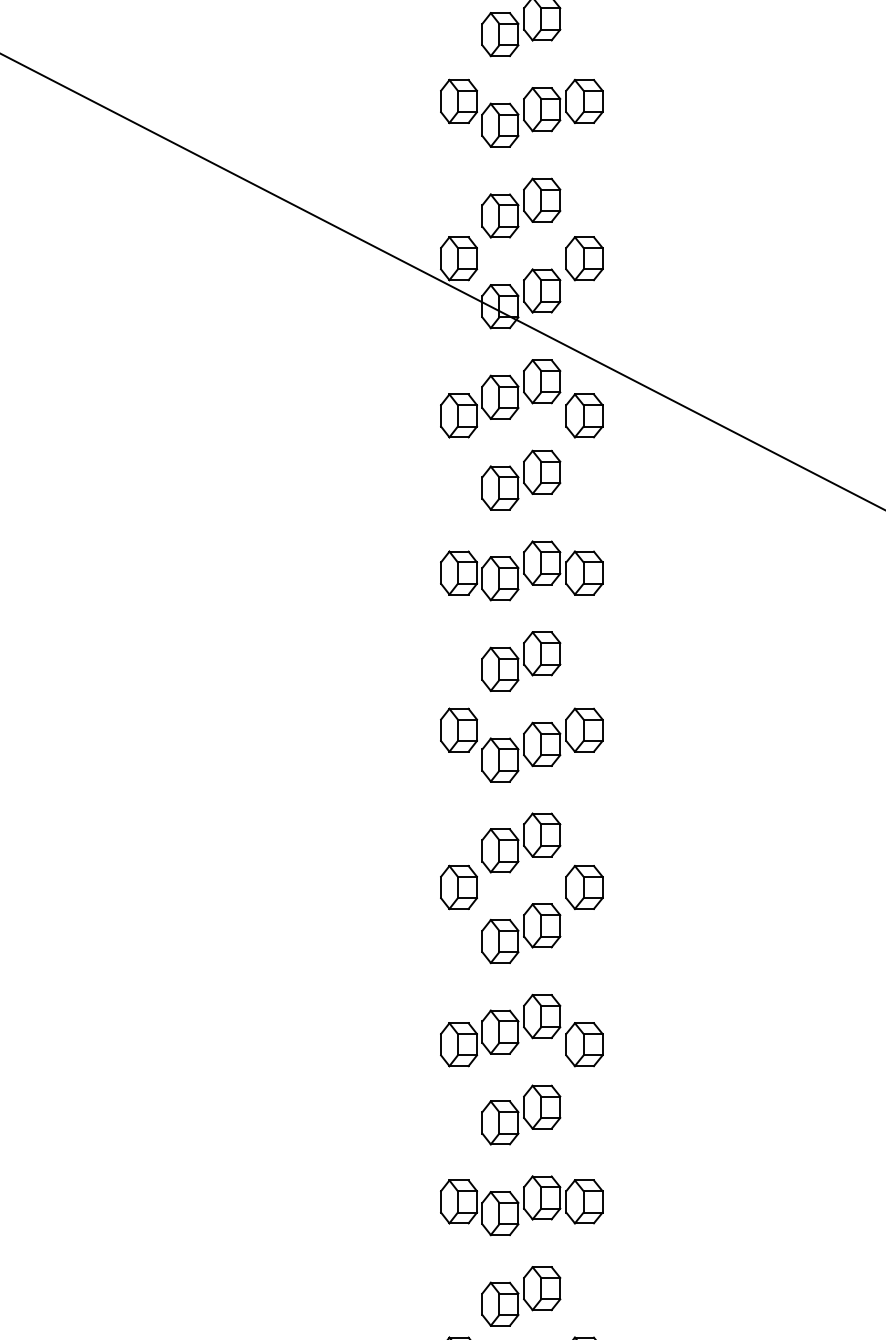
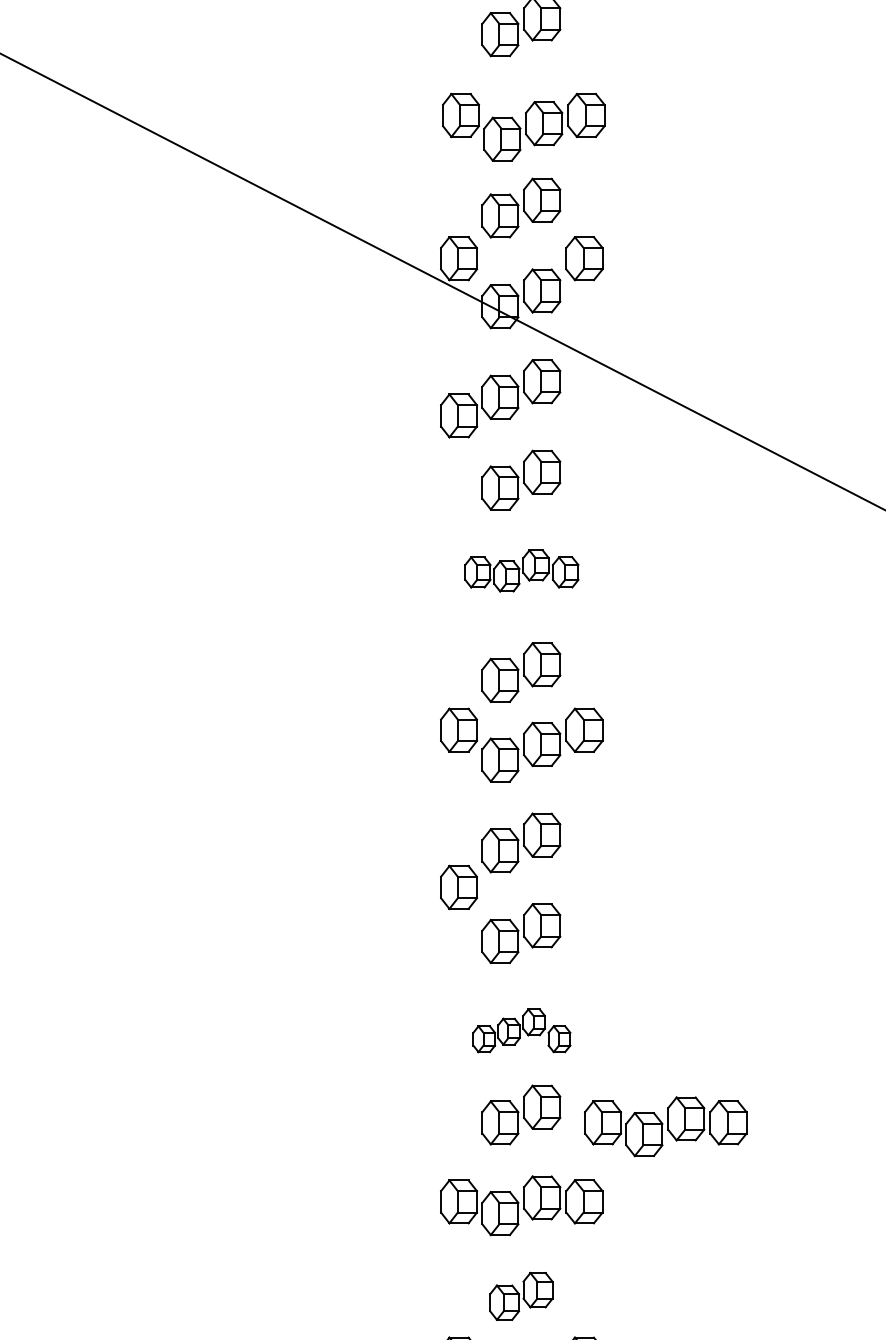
part at (521, 112) position: (521, 112) -> (523, 126)
part at (584, 415): present -> none
part at (521, 570) size: 164x62 px -> 116x44 px
part at (521, 661) position: (521, 661) -> (521, 672)
part at (584, 887): present -> none
part at (521, 1030) size: 164x74 px -> 100x46 px
part at (665, 1126): none -> present
part at (521, 1296) size: 81x61 px -> 65x50 px
